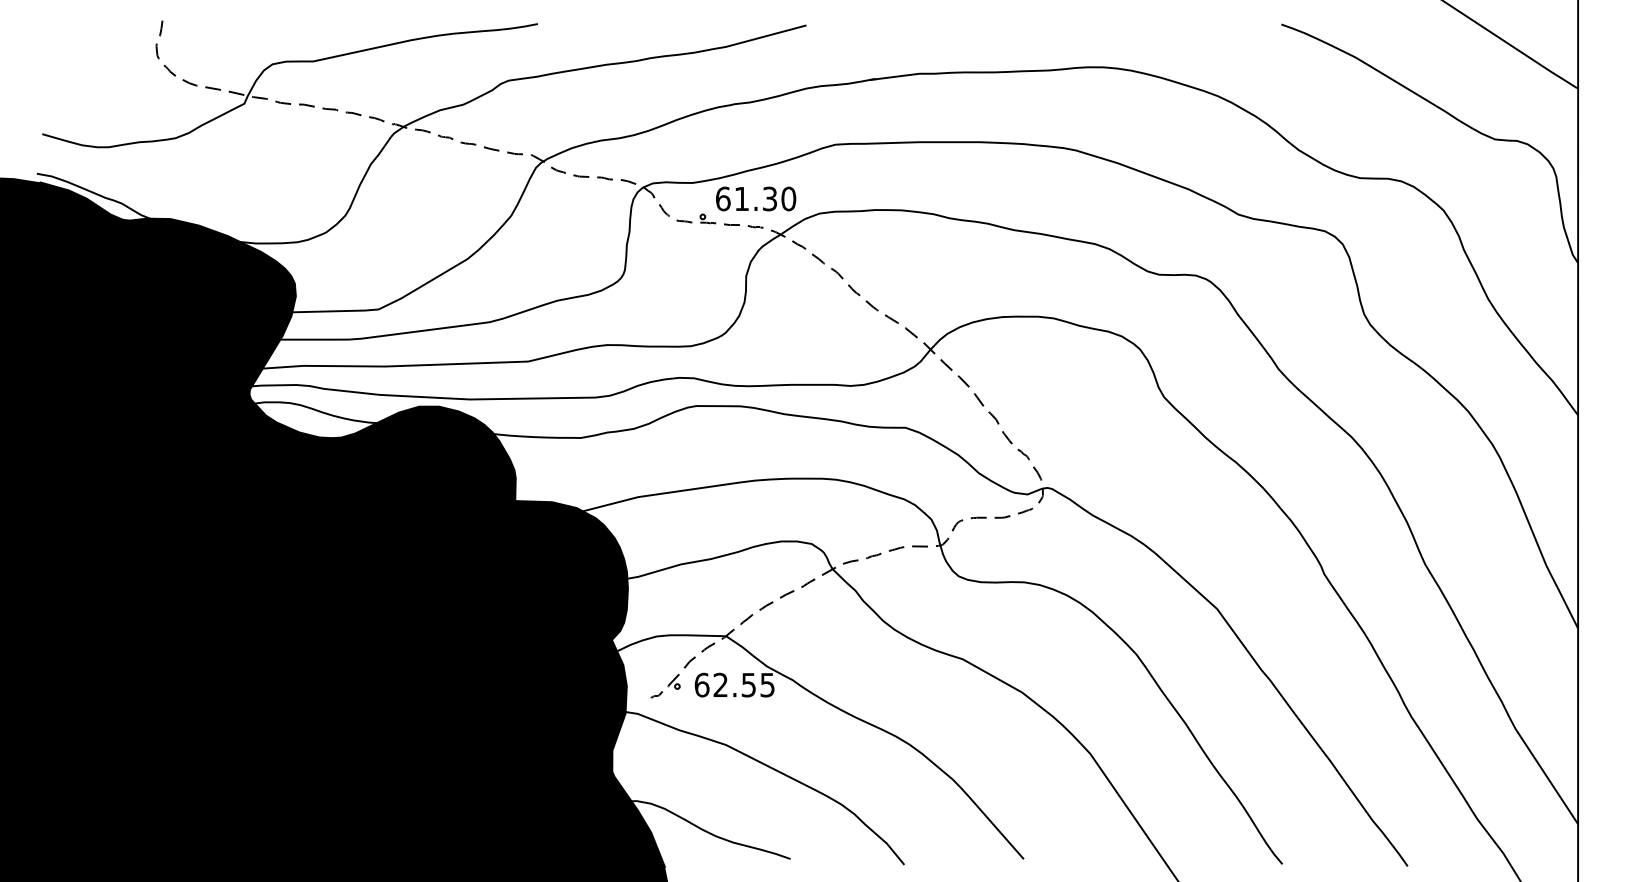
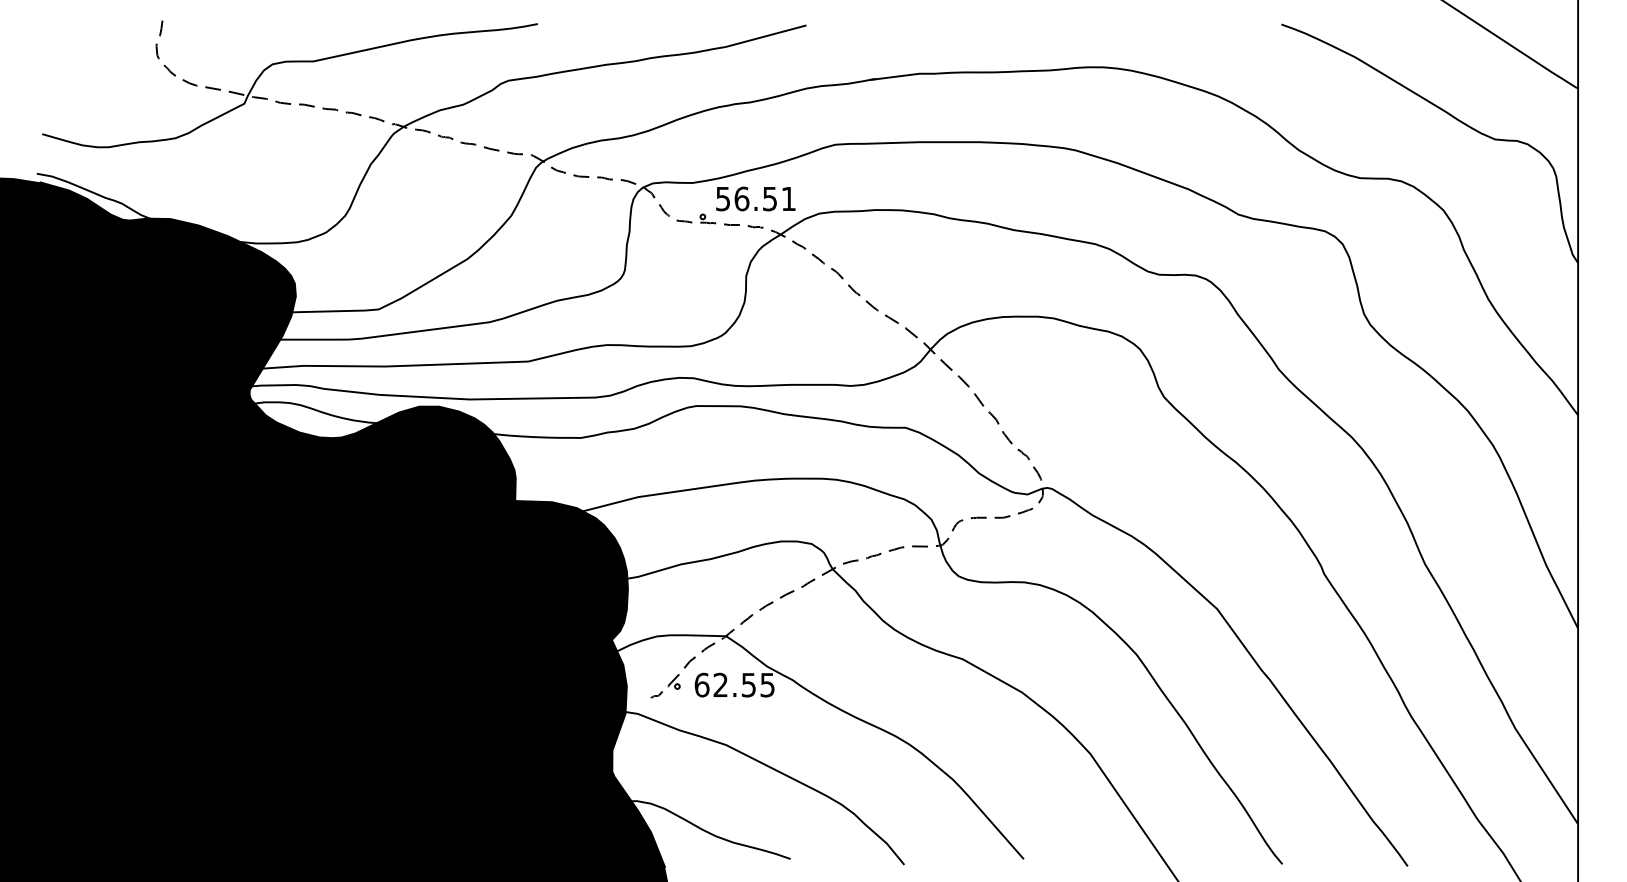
text at (756, 198): 61.30 -> 56.51
